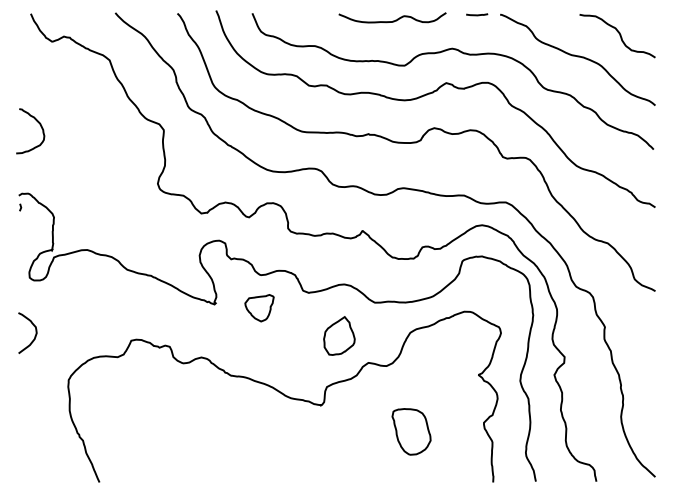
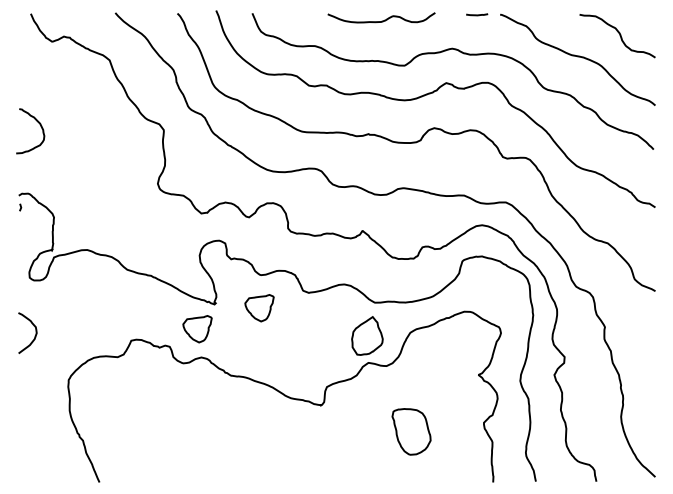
curve at (392, 20) position: (392, 20) -> (381, 20)
part at (197, 329): none -> present
part at (339, 335) position: (339, 335) -> (367, 335)
